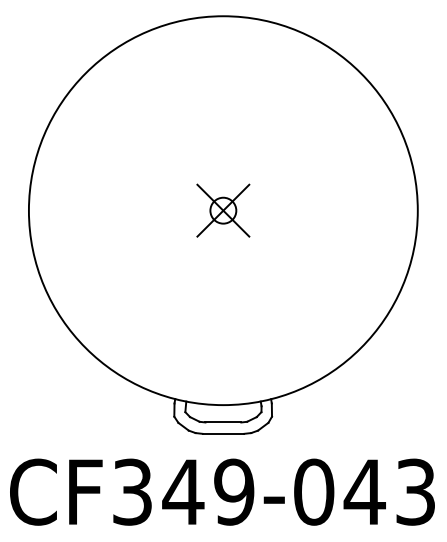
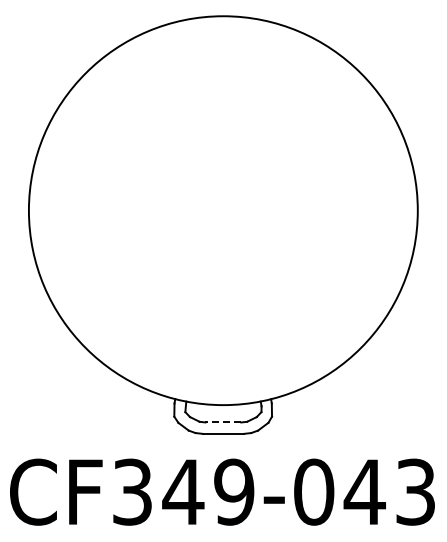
part at (223, 210): present -> none
line at (223, 422): solid -> dashed
